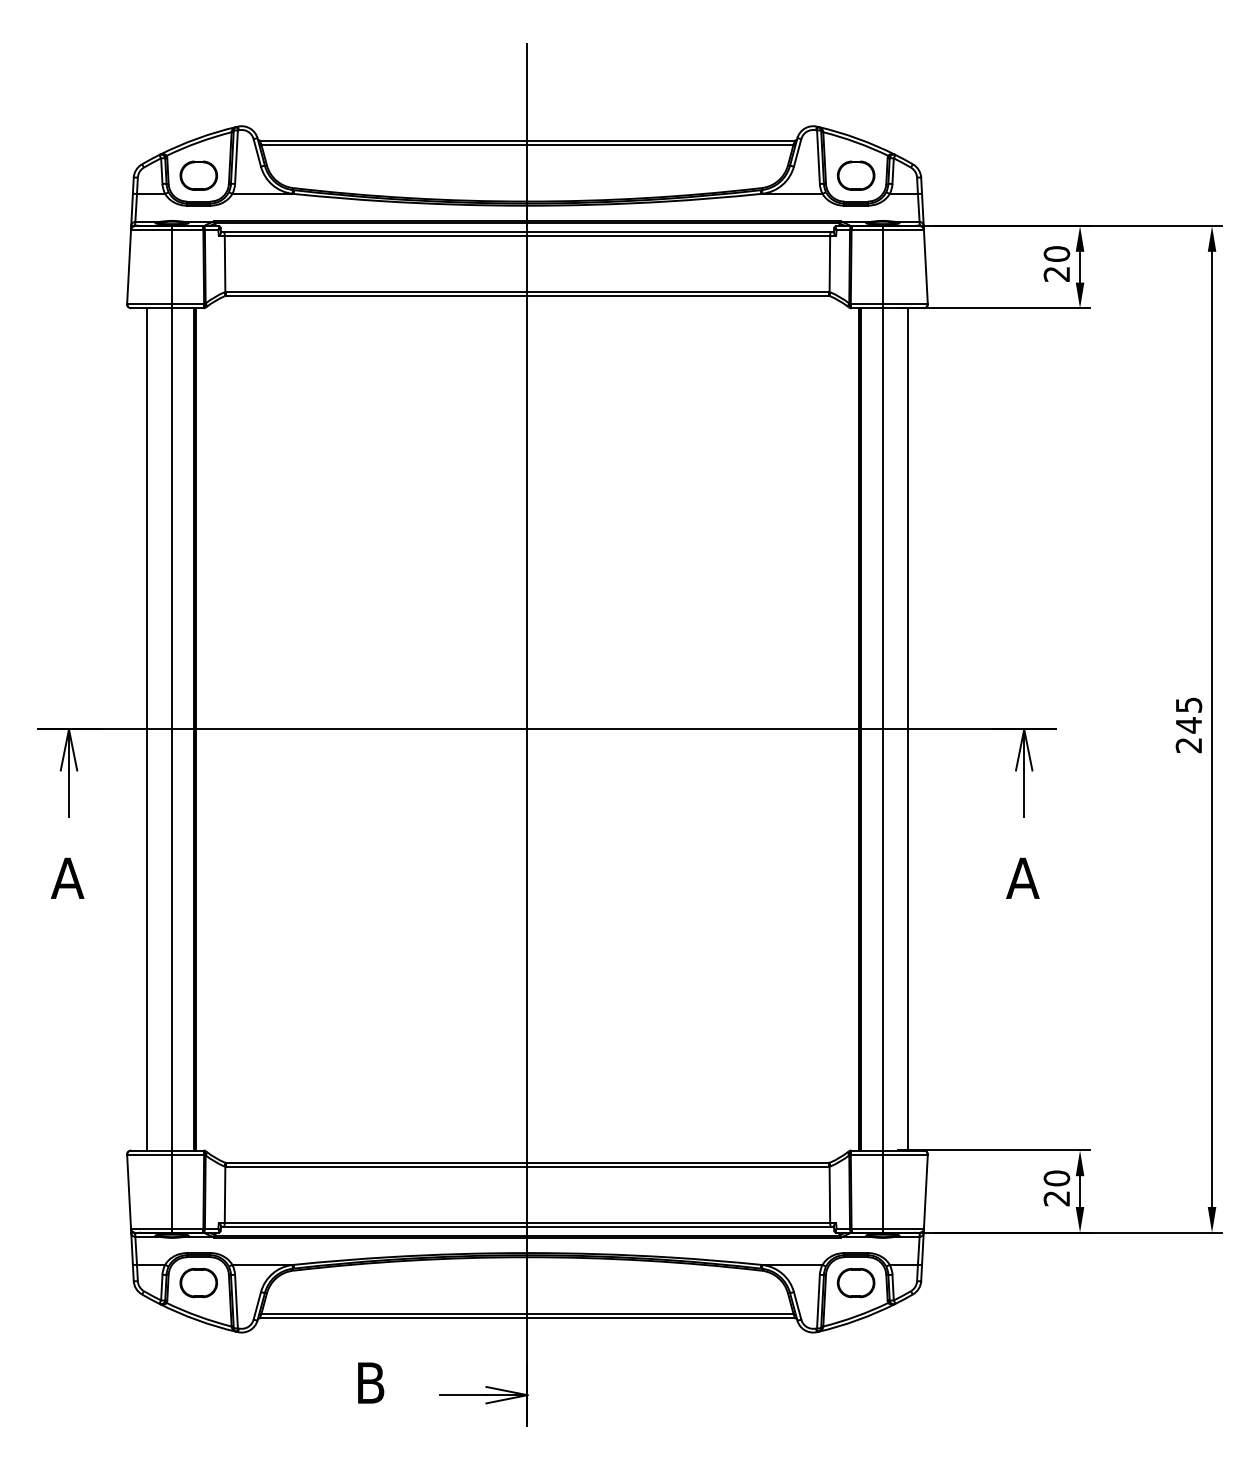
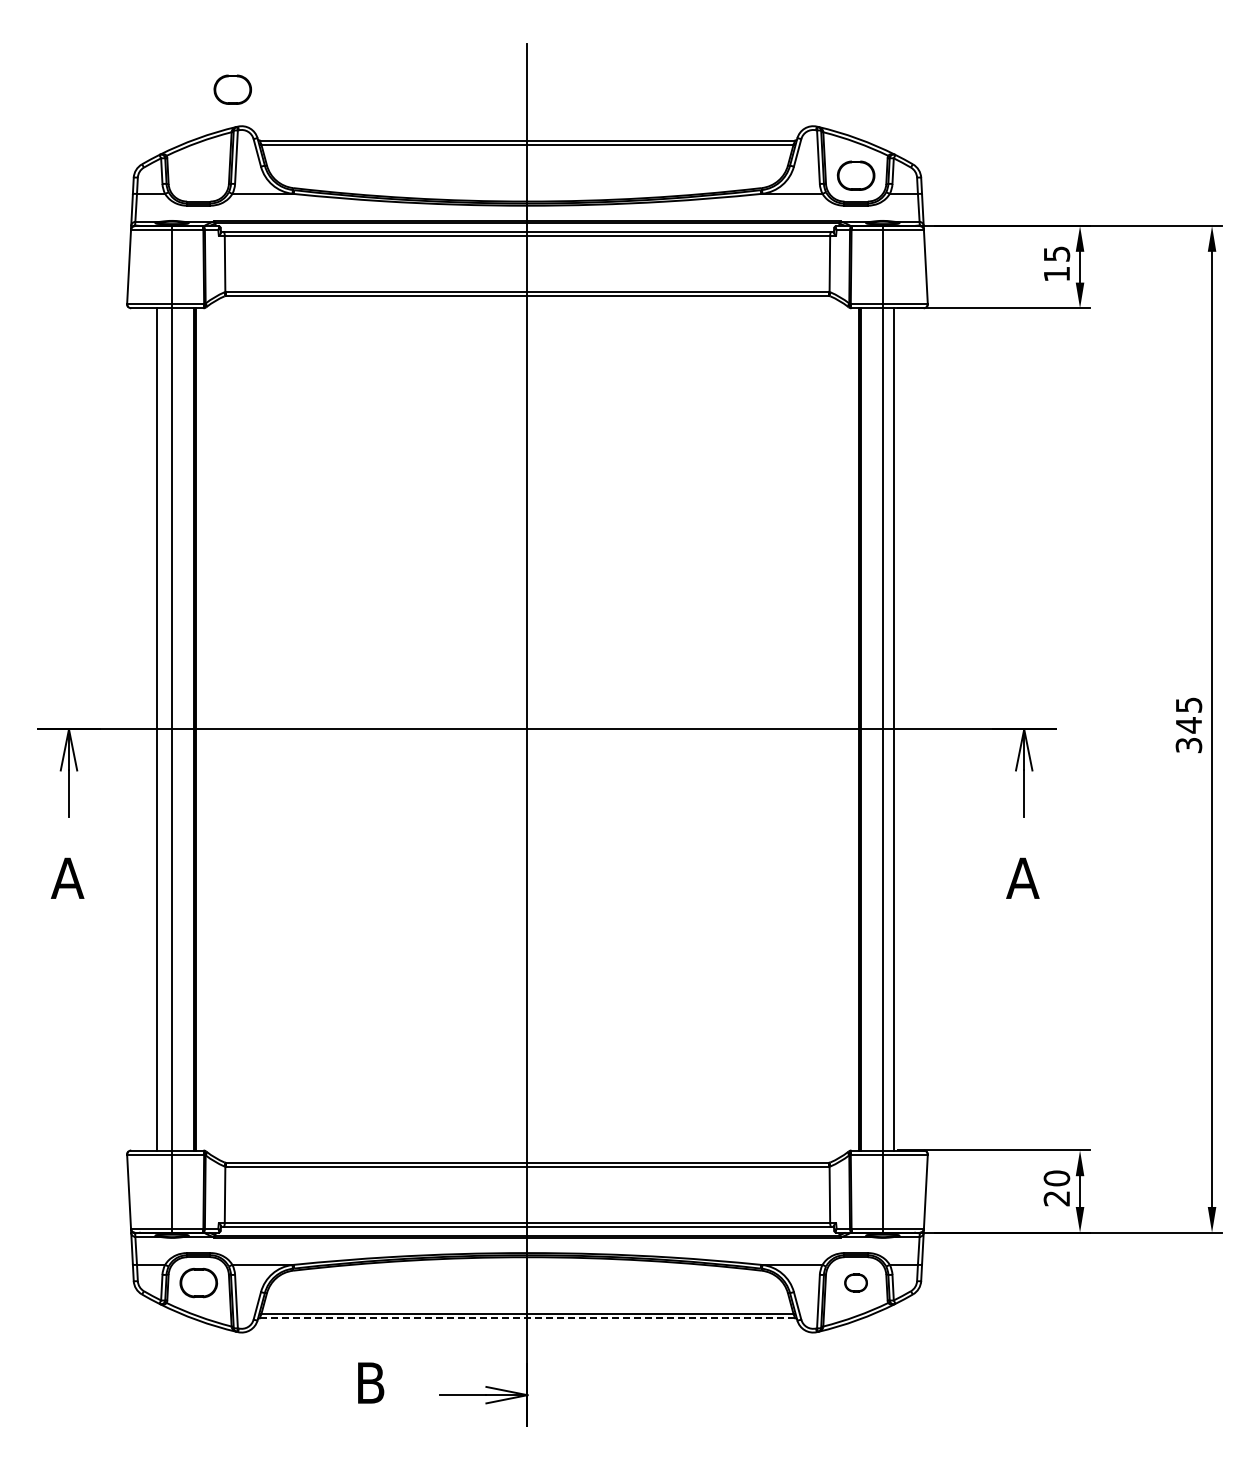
part at (198, 175) position: (198, 175) -> (232, 89)
text at (1056, 263): 20 -> 15
line at (147, 729) position: (147, 729) -> (157, 729)
line at (907, 729) position: (907, 729) -> (893, 729)
text at (1189, 745): 245 -> 345
part at (855, 1282) size: 40x32 px -> 24x20 px
line at (527, 1318): solid -> dashed
